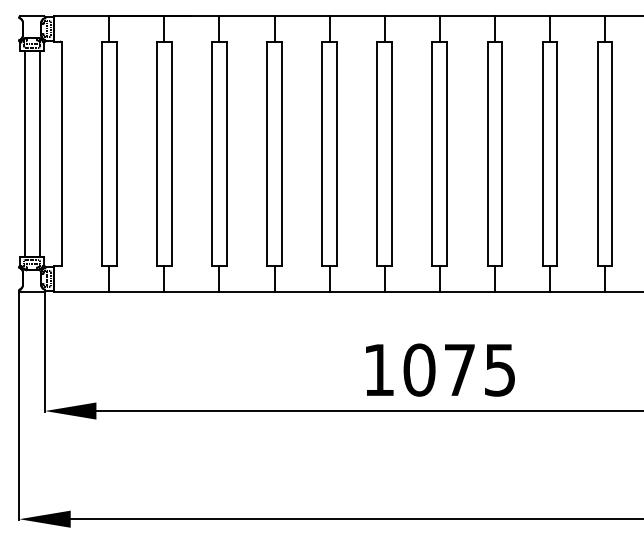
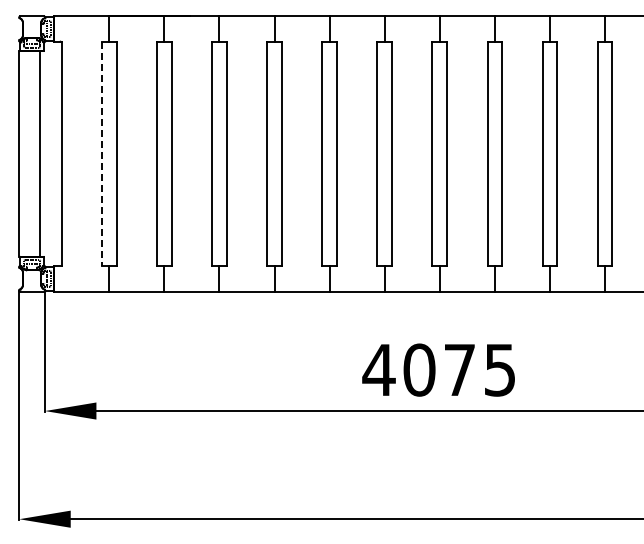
line at (24, 153) position: (24, 153) -> (18, 153)
line at (101, 154): solid -> dashed
text at (378, 369): 1075 -> 4075
